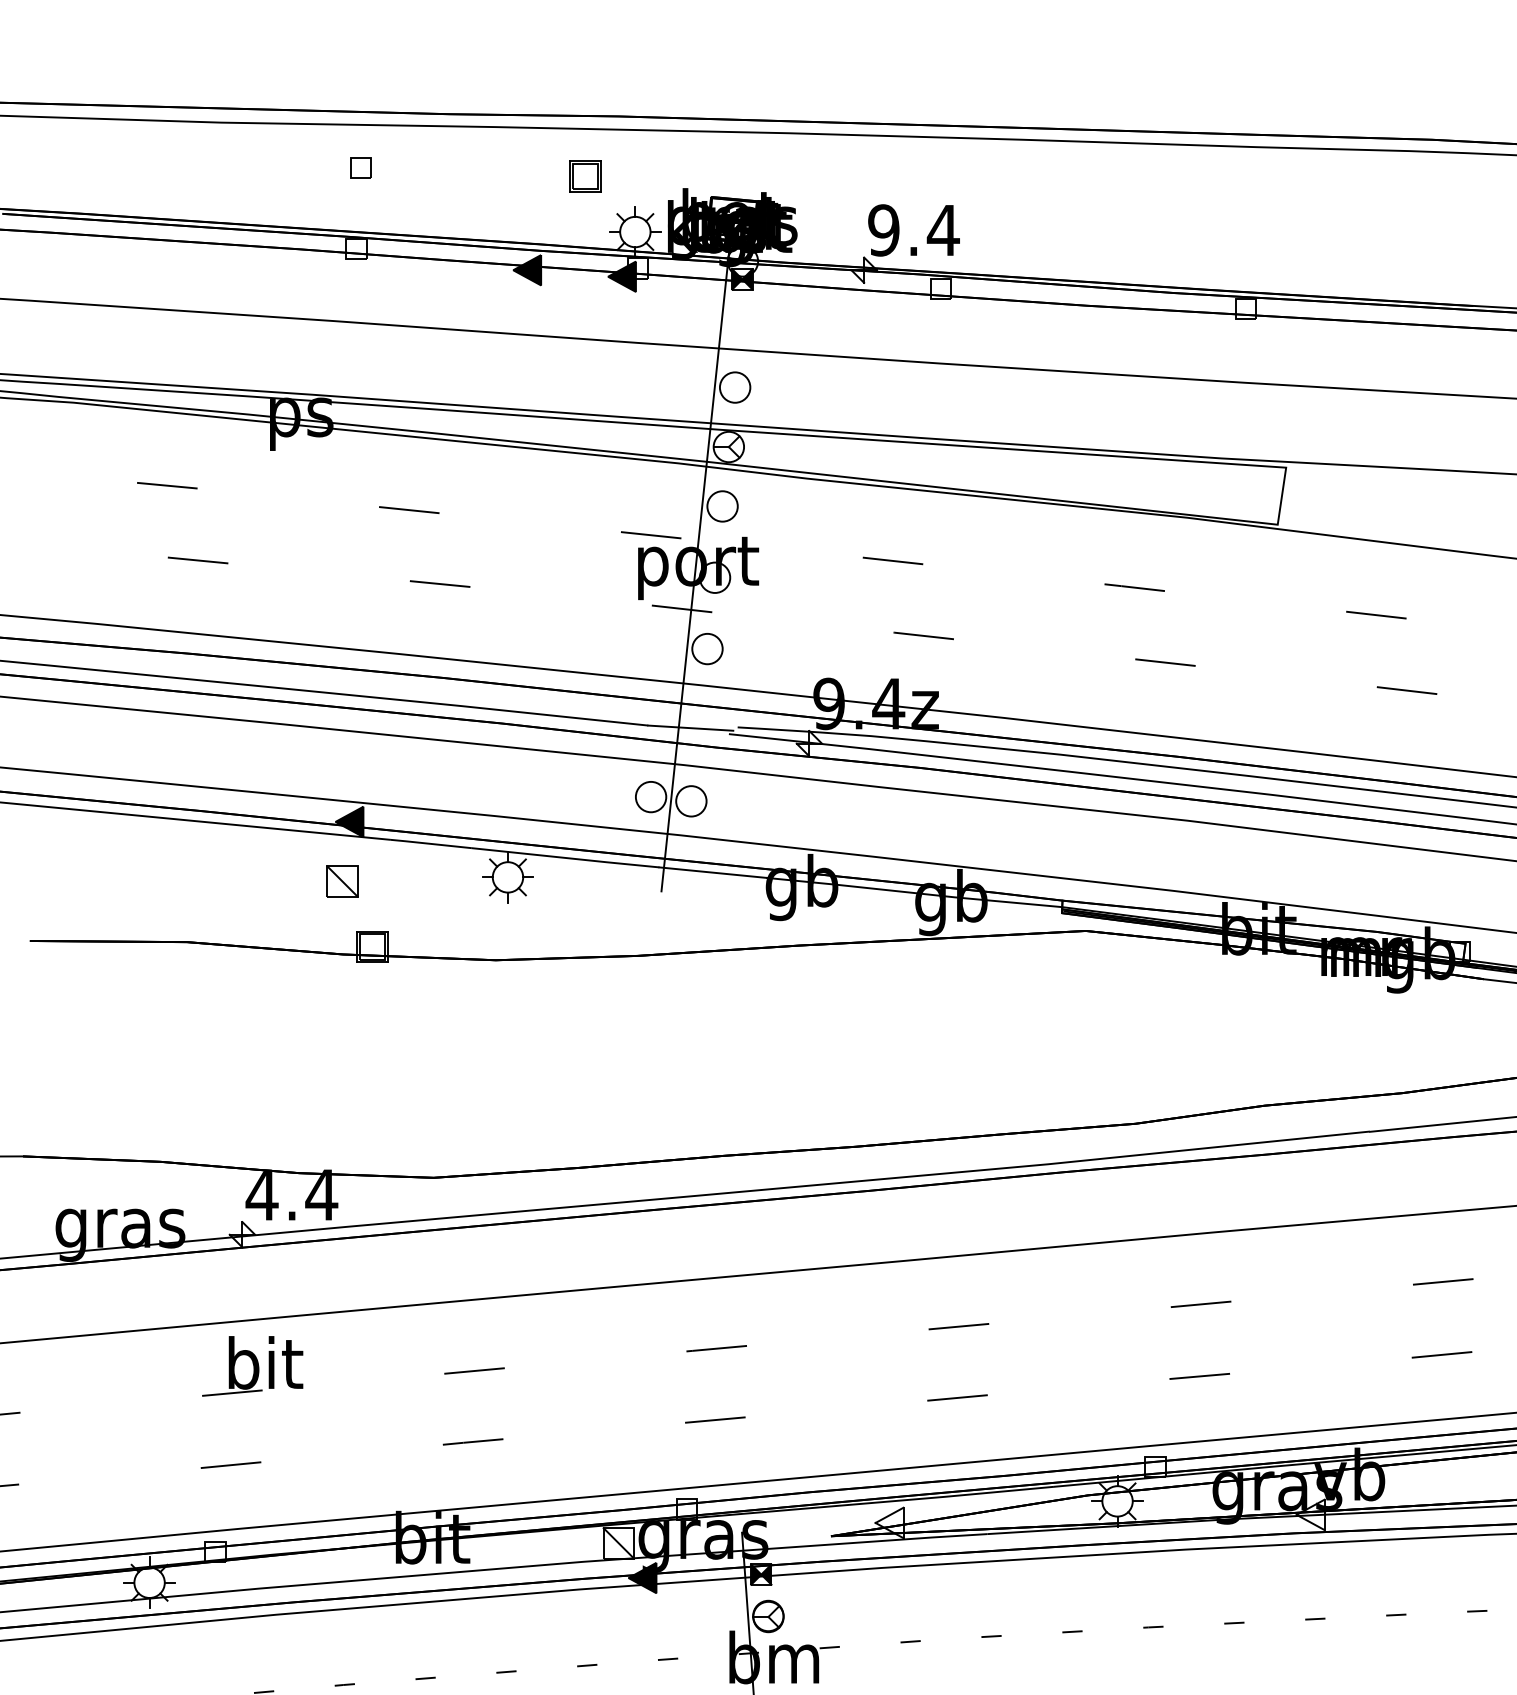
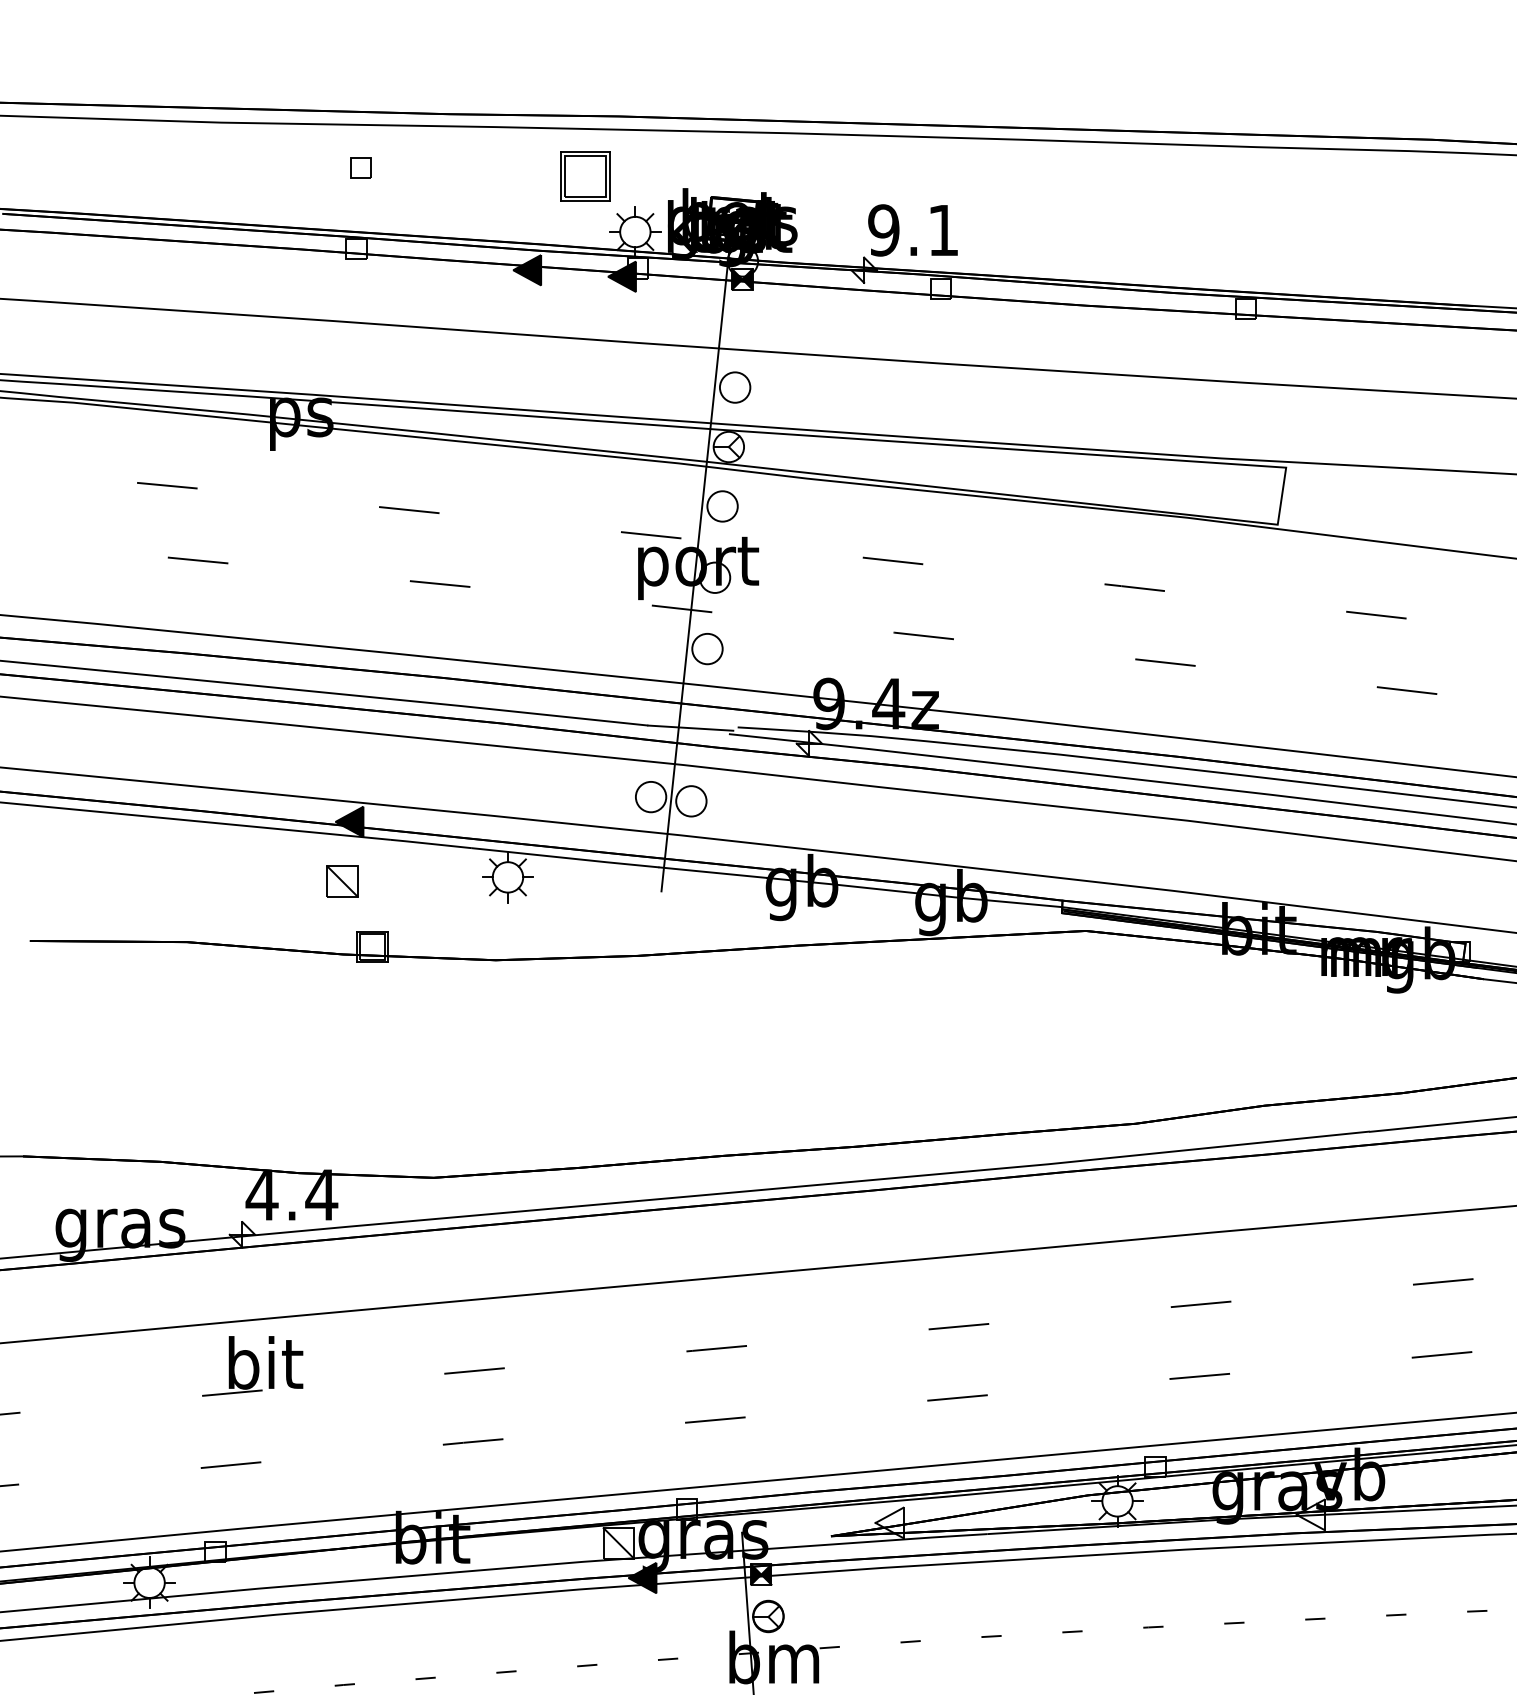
part at (585, 176) size: 33x33 px -> 51x51 px
text at (942, 230): 9.4 -> 9.1
